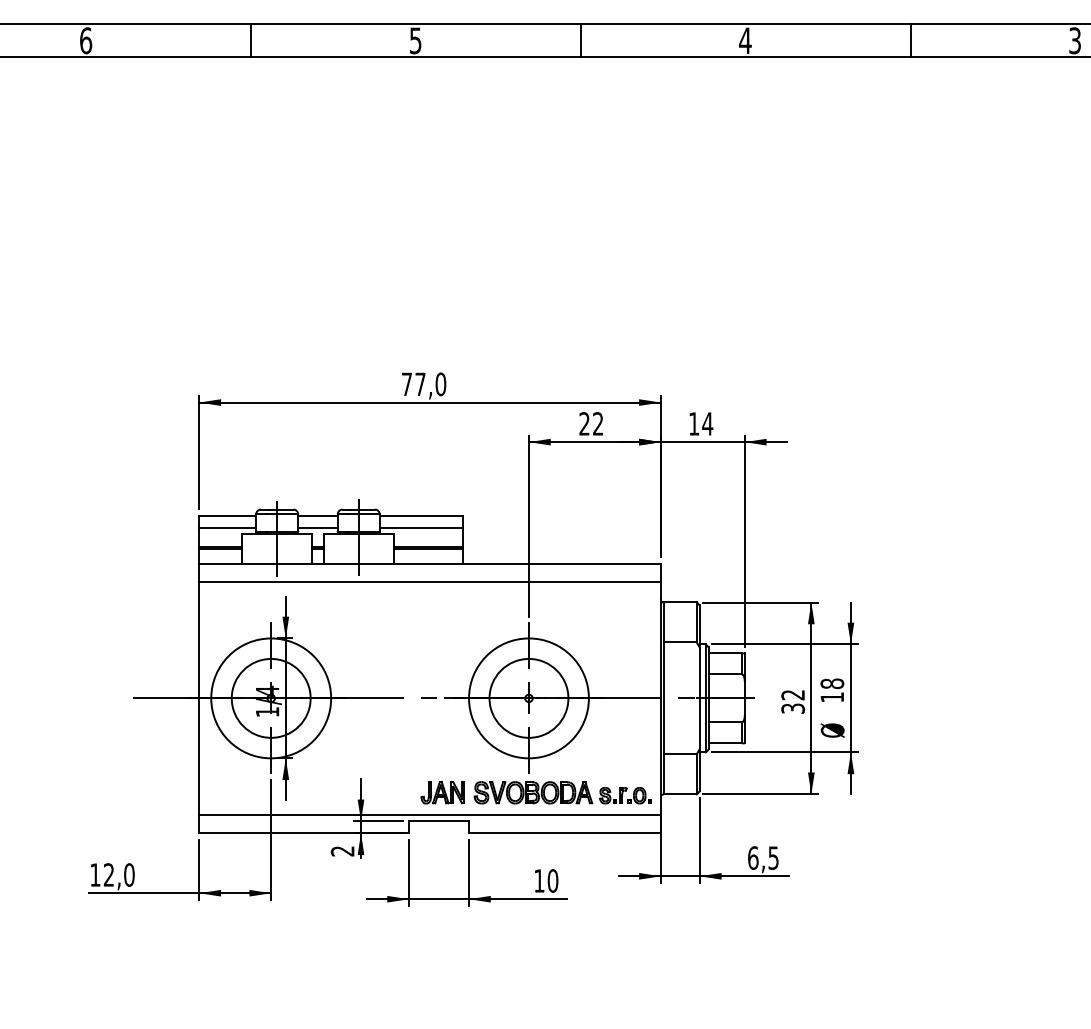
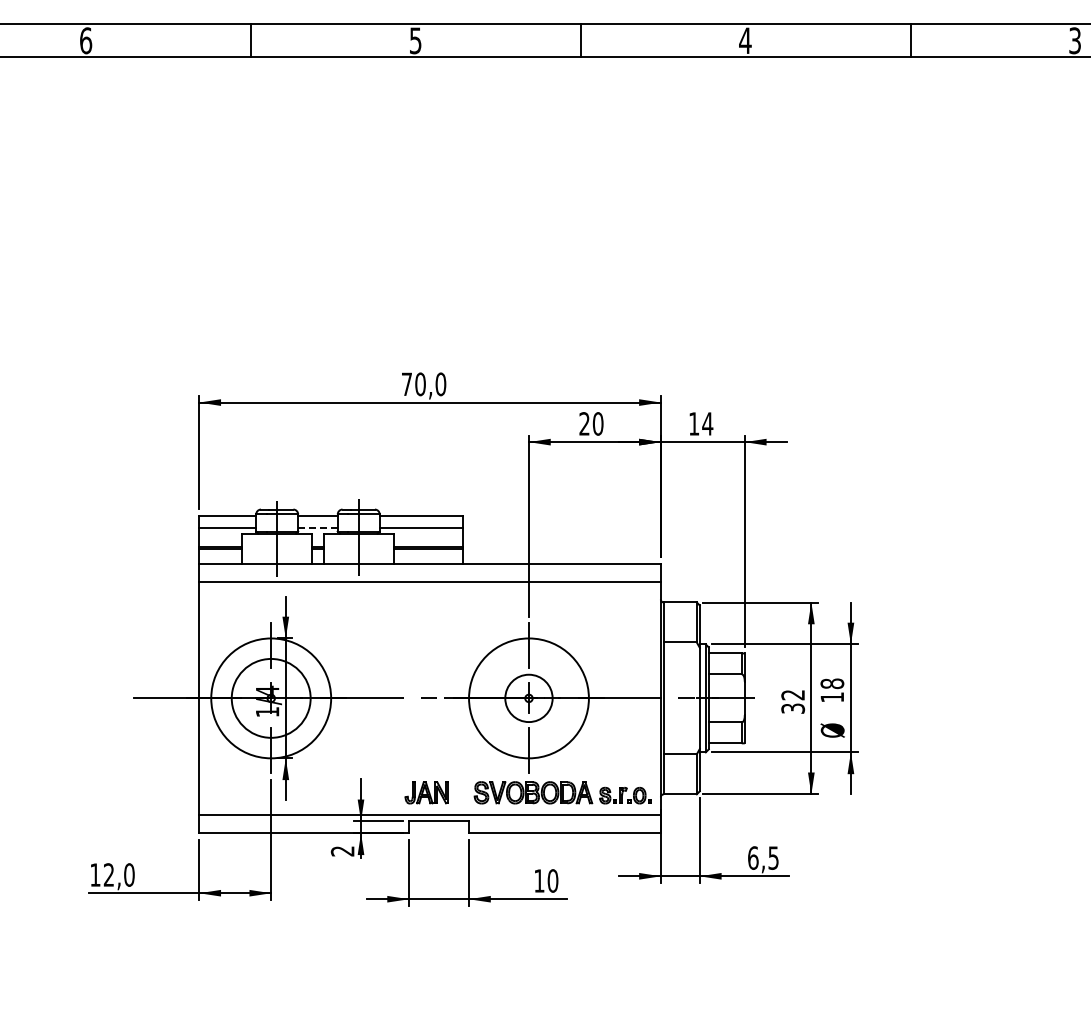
text at (420, 384): 77,0 -> 70,0
text at (597, 423): 22 -> 20
line at (317, 527): solid -> dashed
circle at (528, 697) diameter: 79 px -> 47 px
part at (442, 792) position: (442, 792) -> (426, 792)
